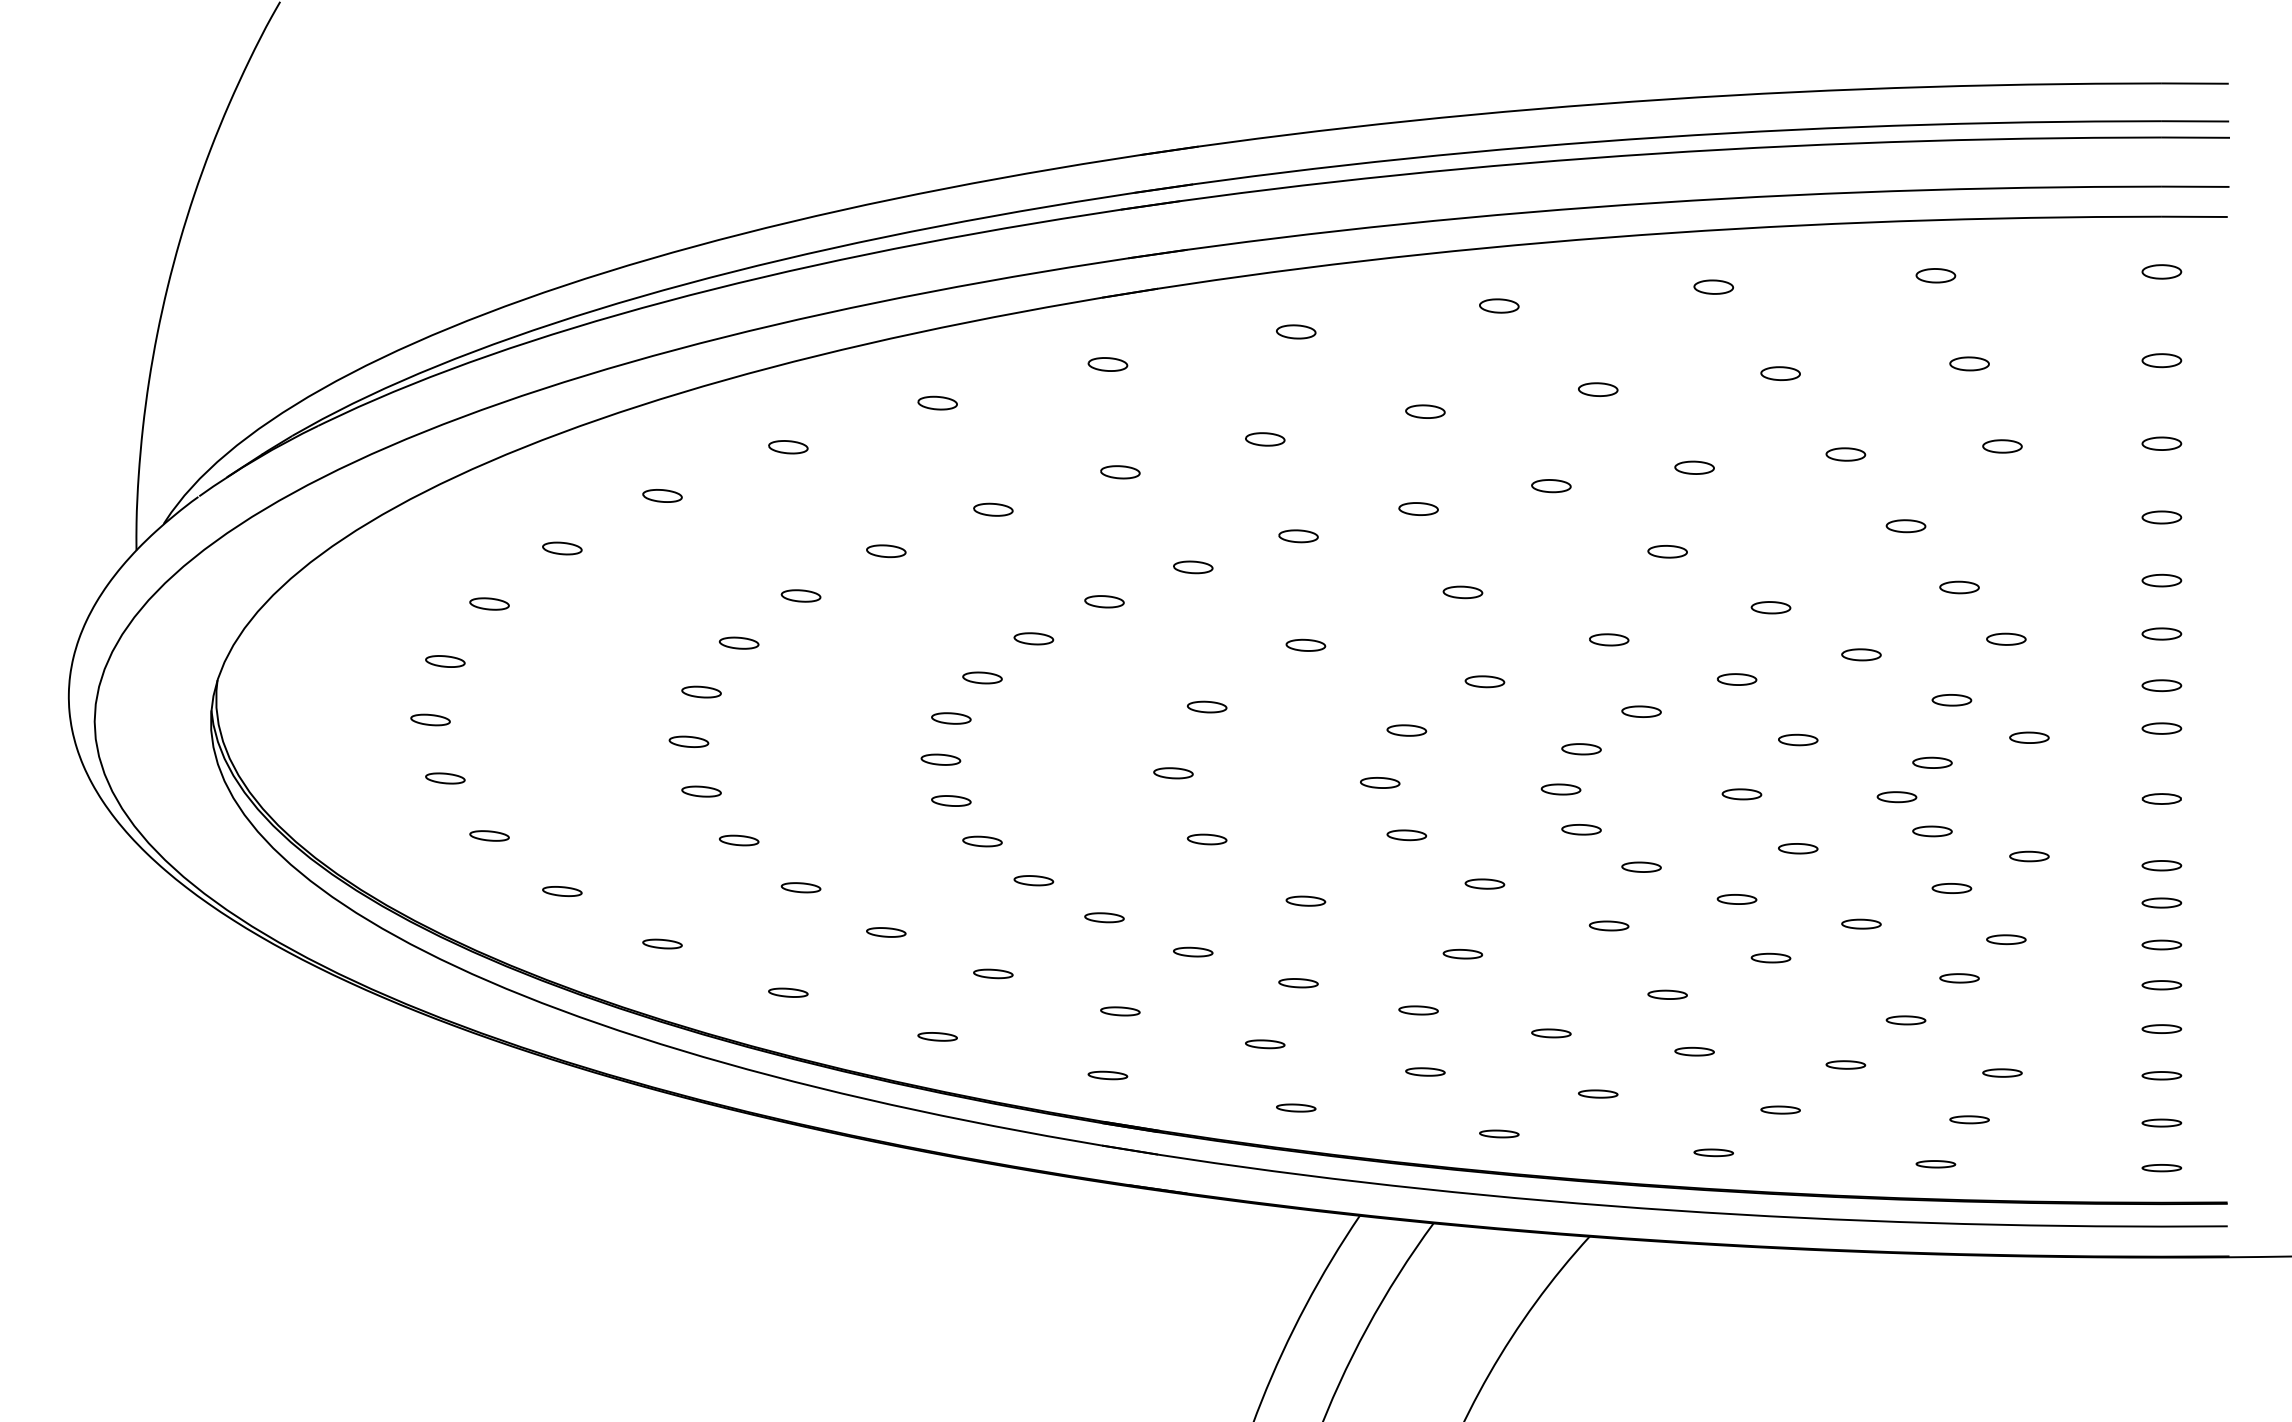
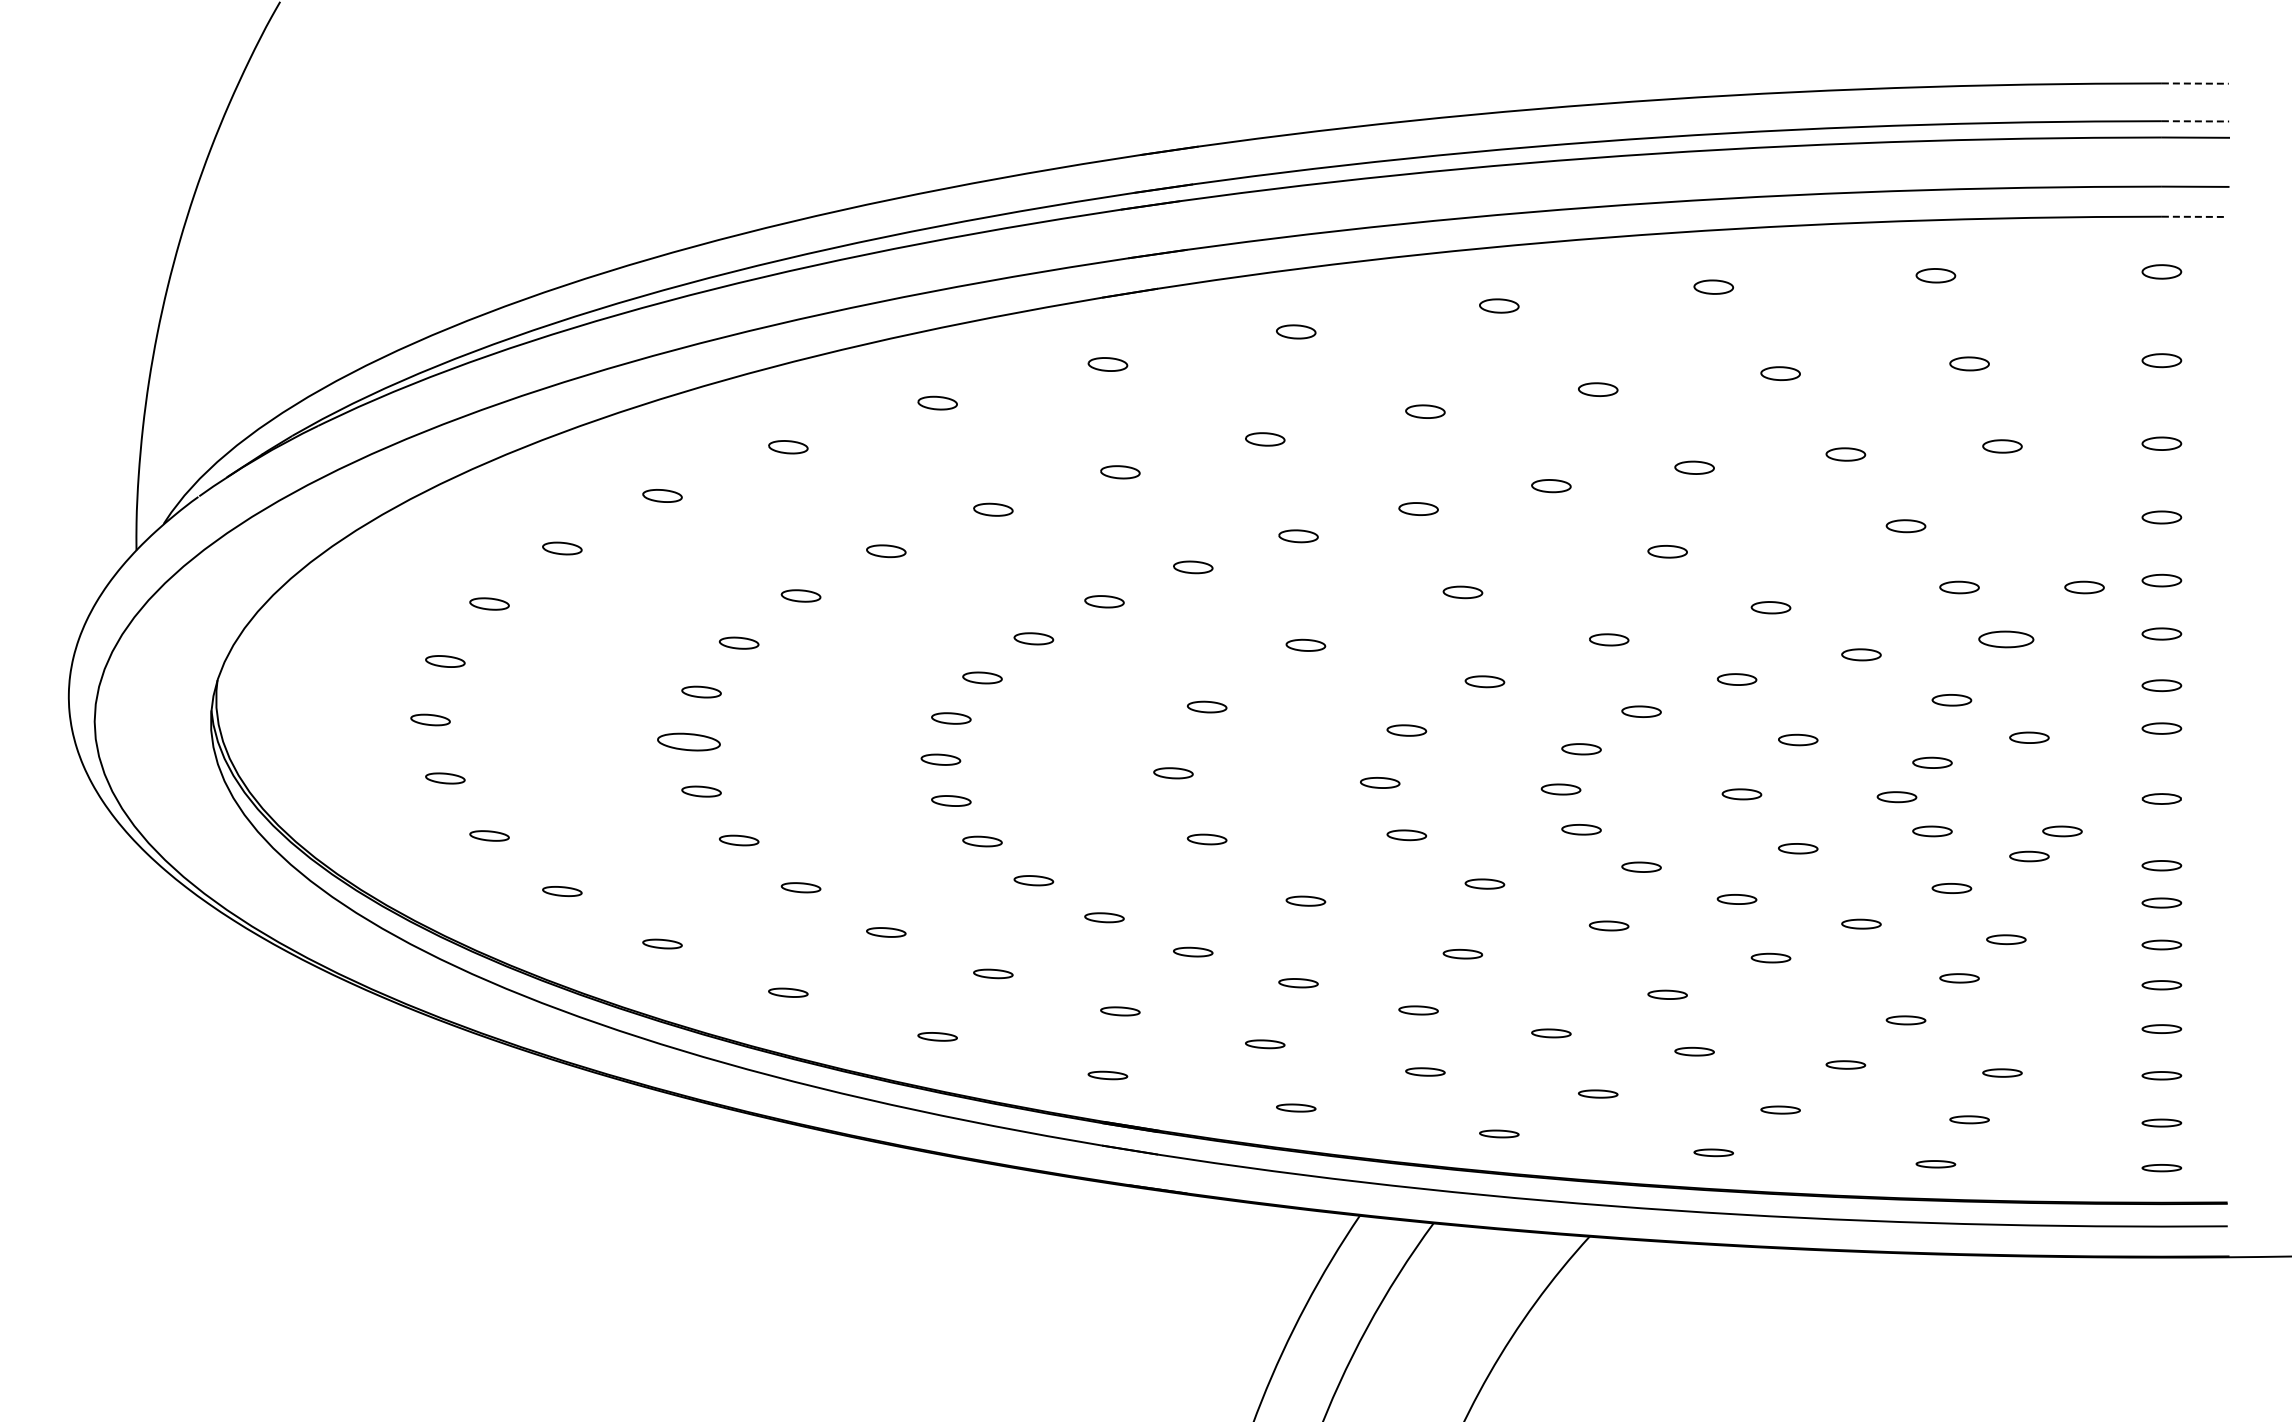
line at (2195, 83): solid -> dashed
line at (2195, 121): solid -> dashed
line at (2194, 216): solid -> dashed
part at (2084, 587): none -> present
part at (2006, 638) size: 41x14 px -> 57x19 px
part at (688, 741) size: 42x13 px -> 64x20 px
part at (2062, 831): none -> present
